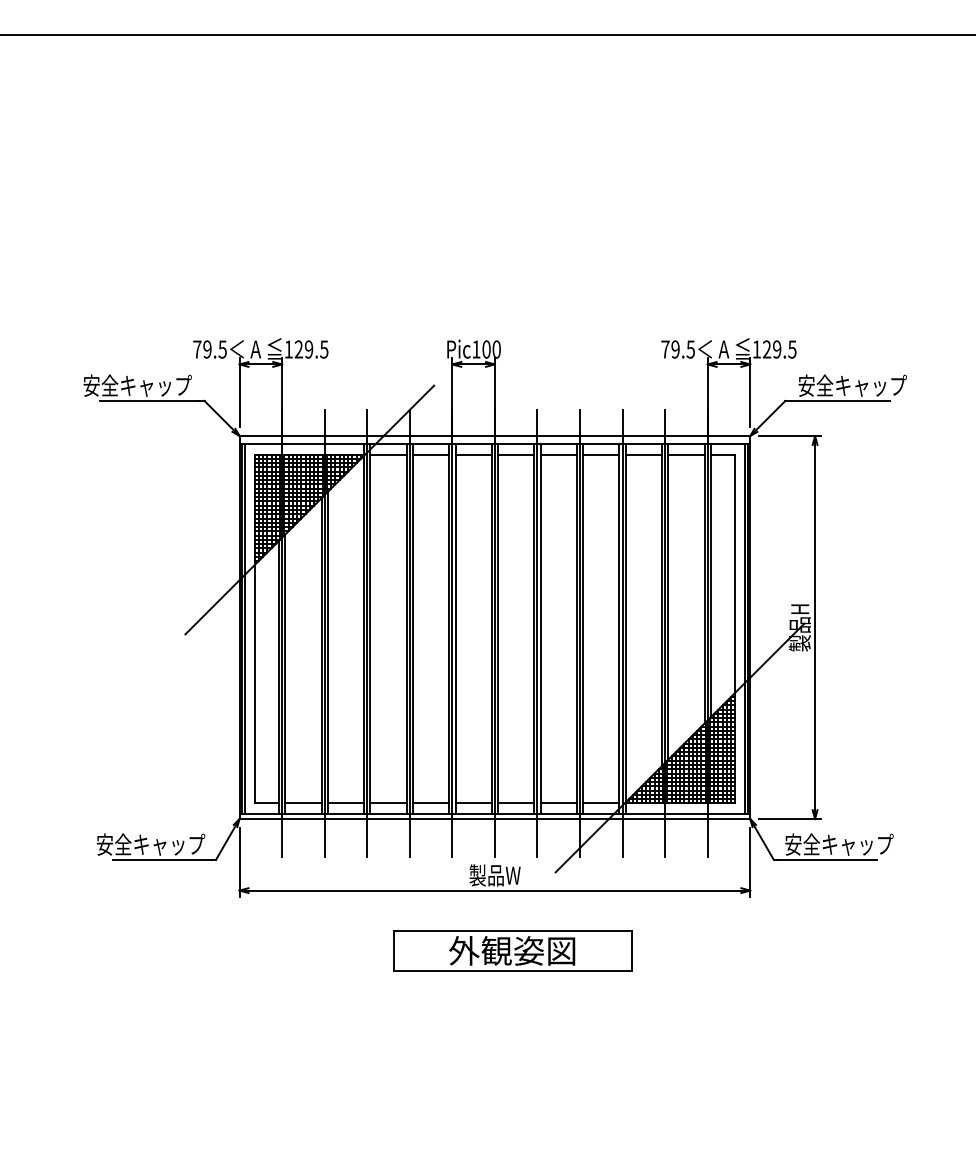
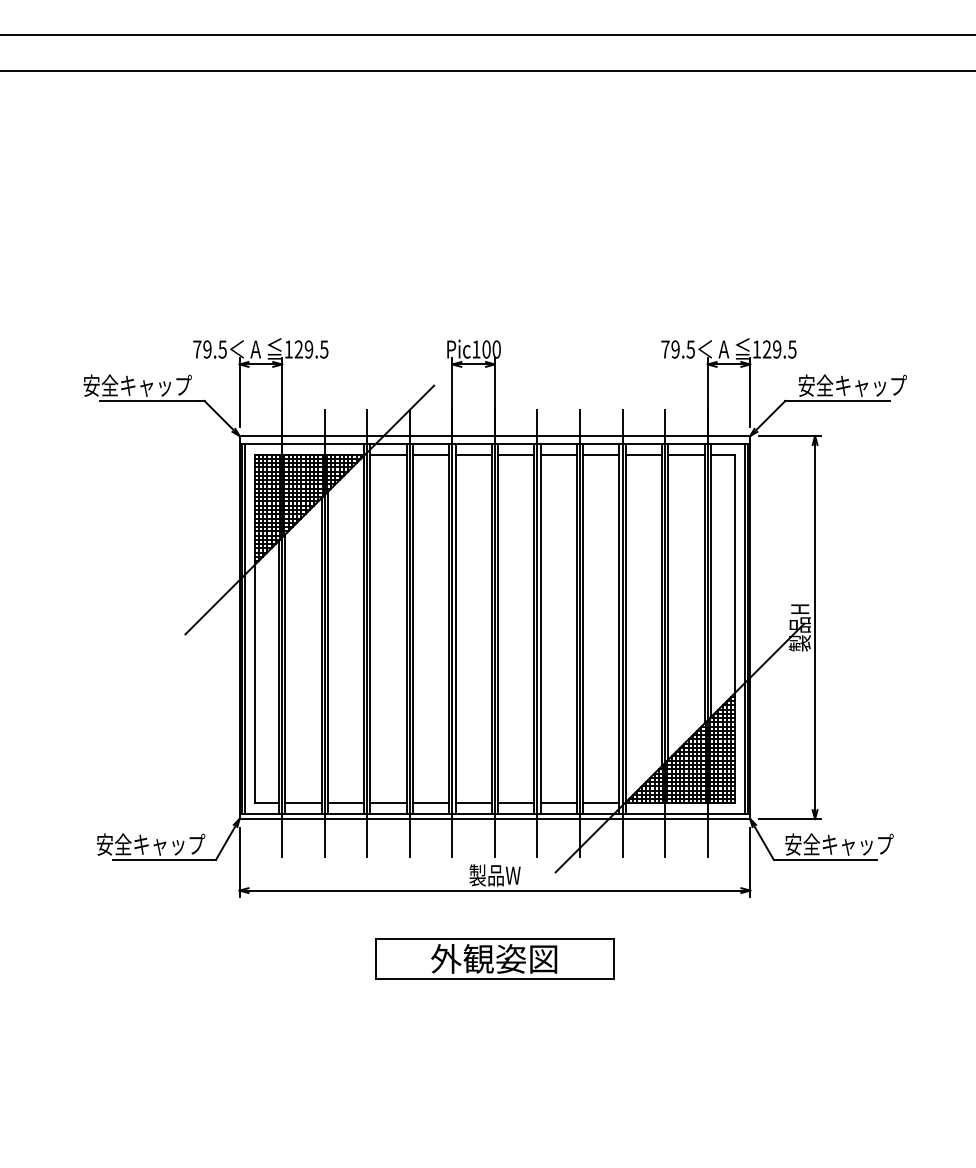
line at (487, 70): none -> present
part at (512, 950) position: (512, 950) -> (494, 958)
